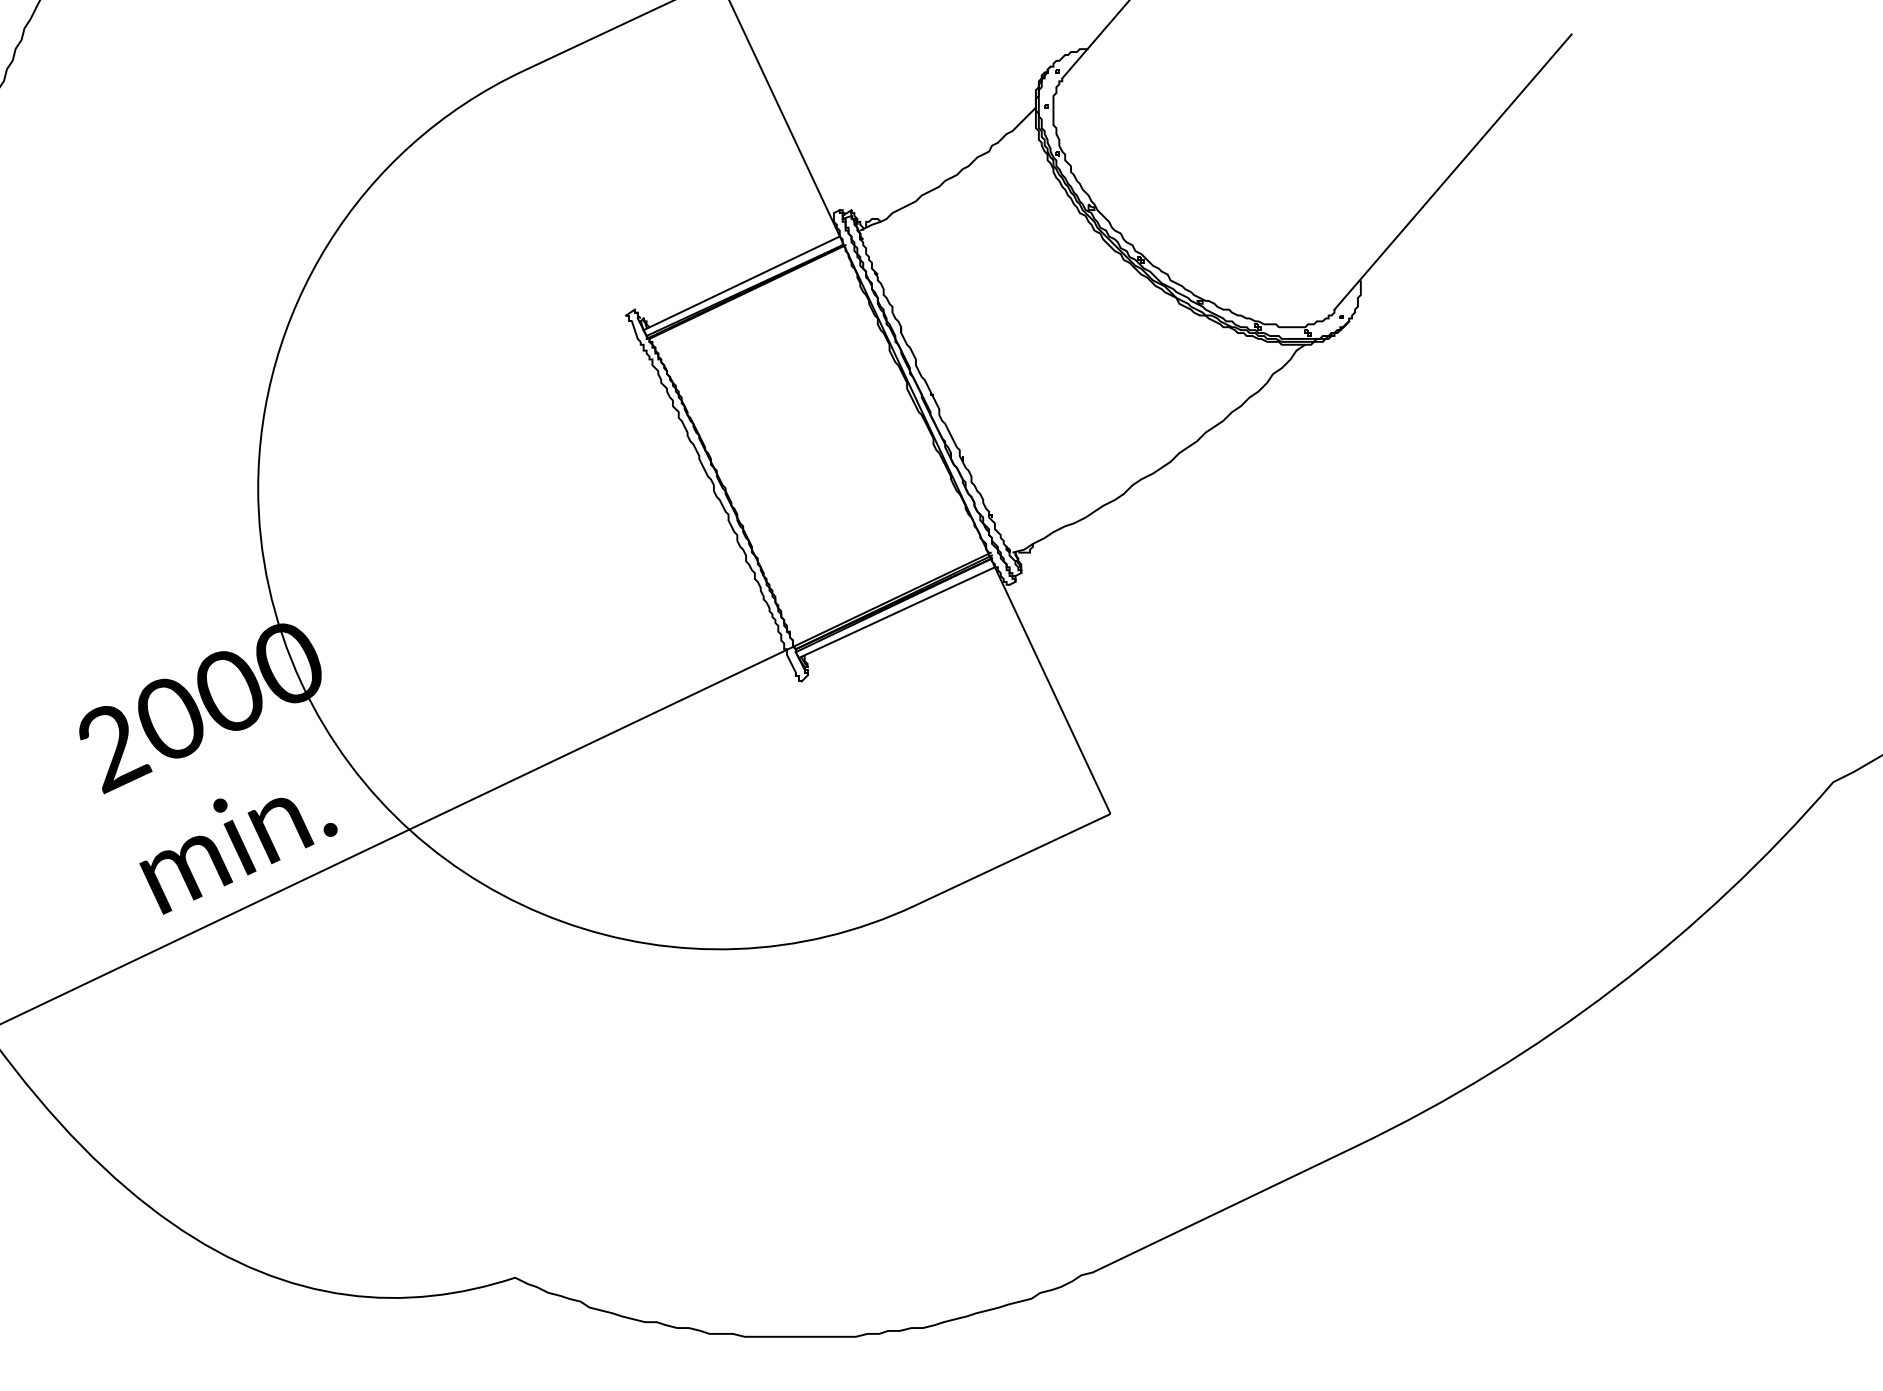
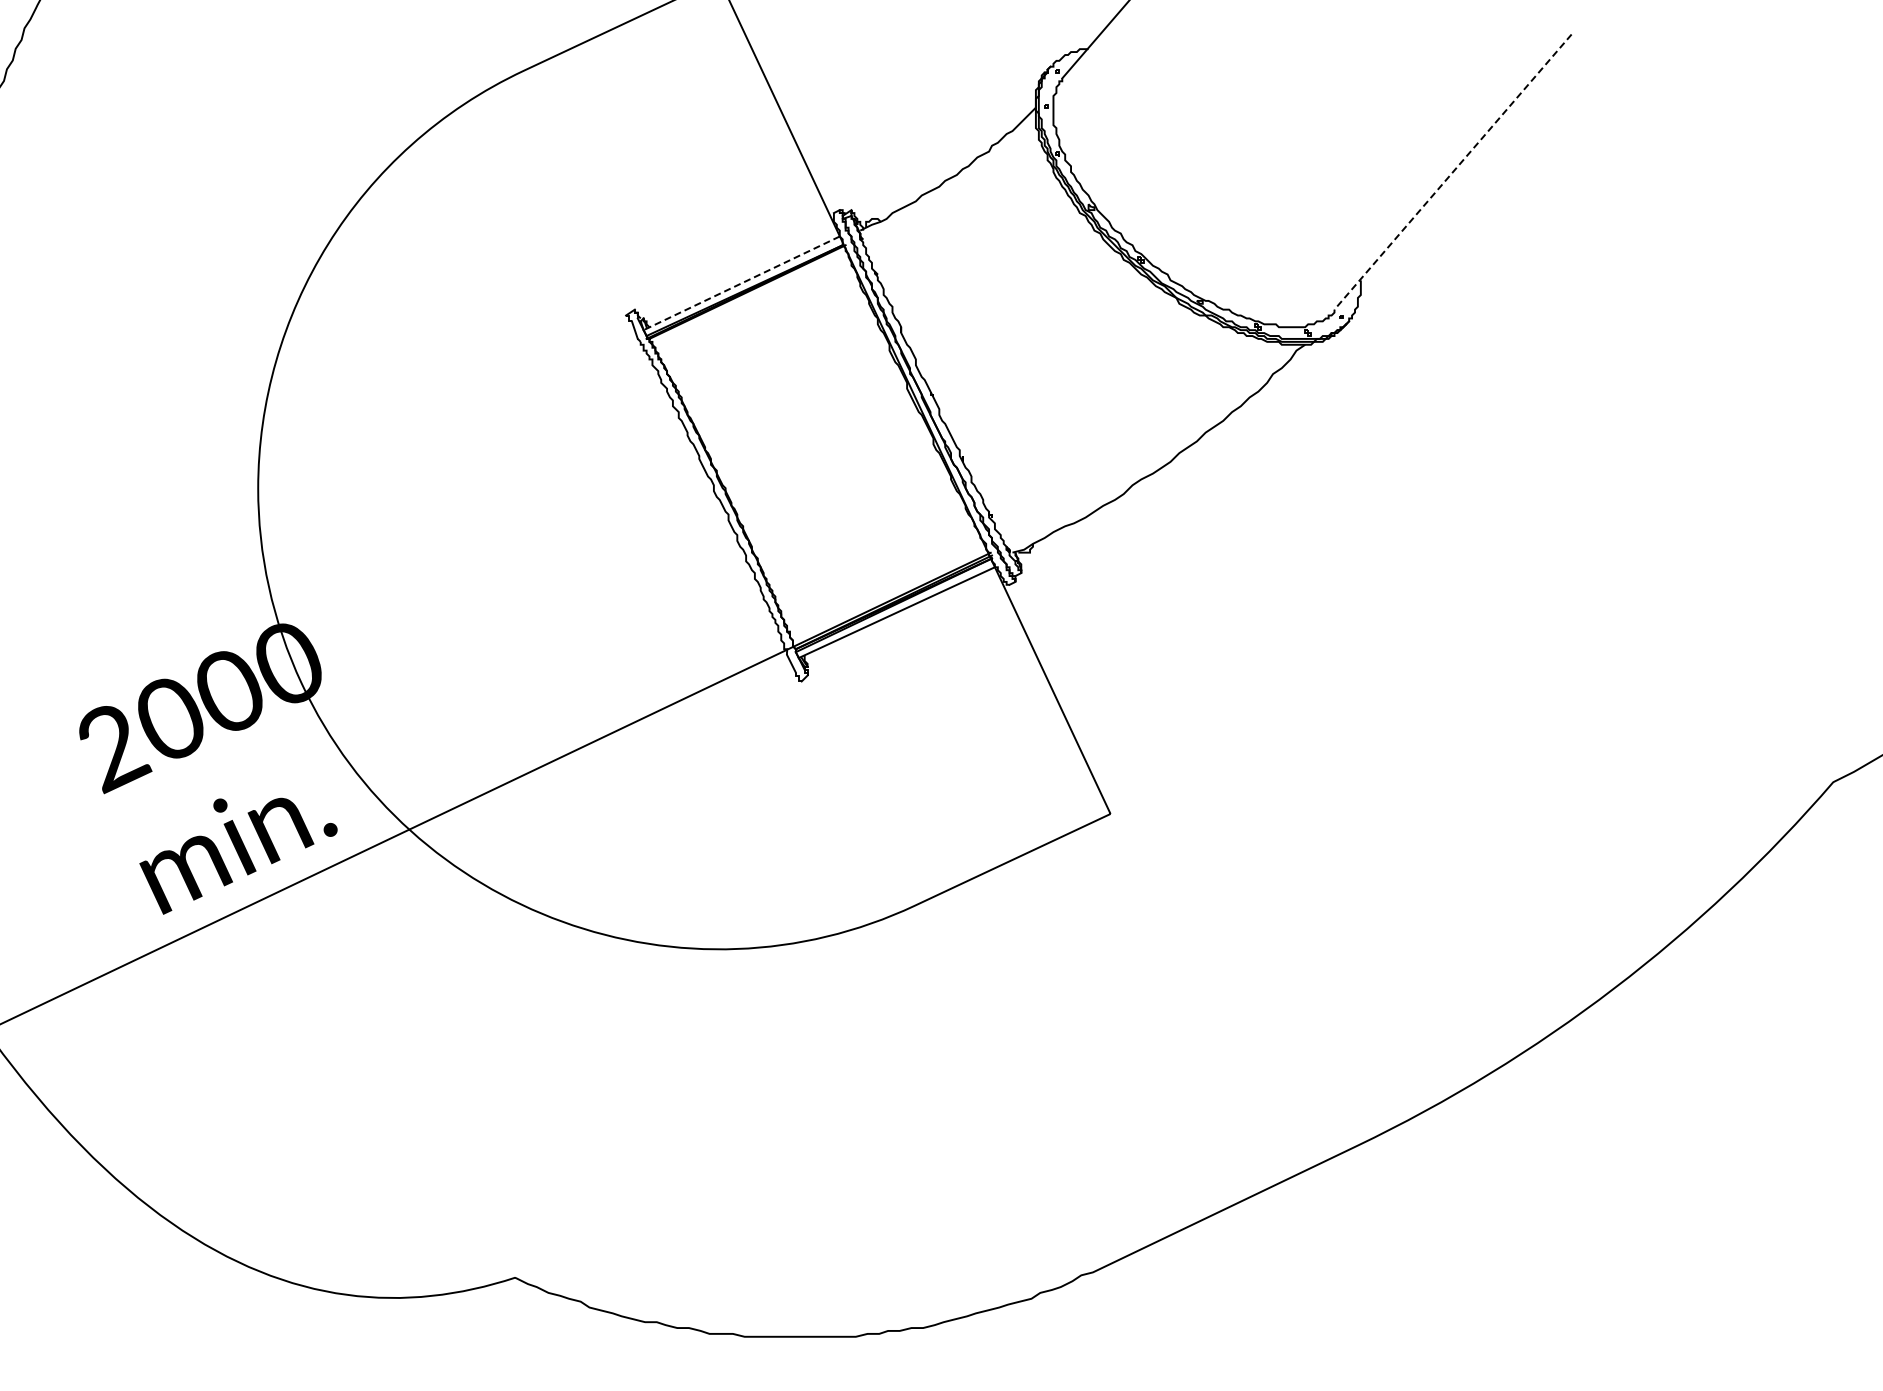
line at (1453, 172): solid -> dashed
line at (741, 283): solid -> dashed
